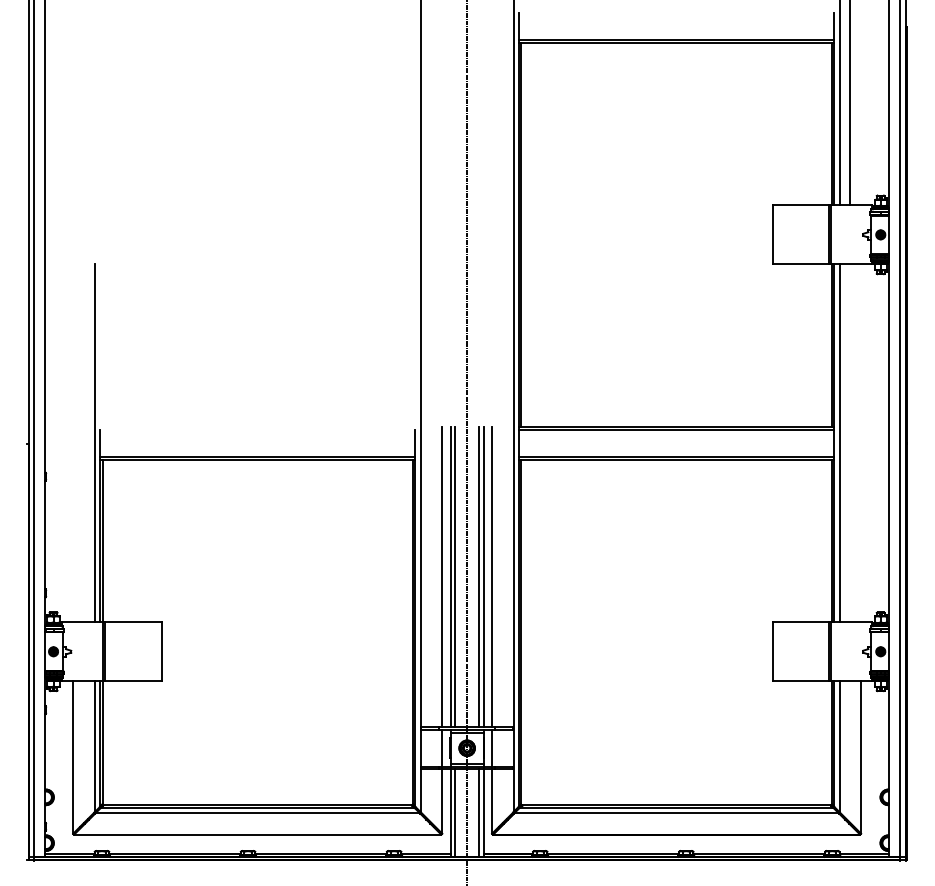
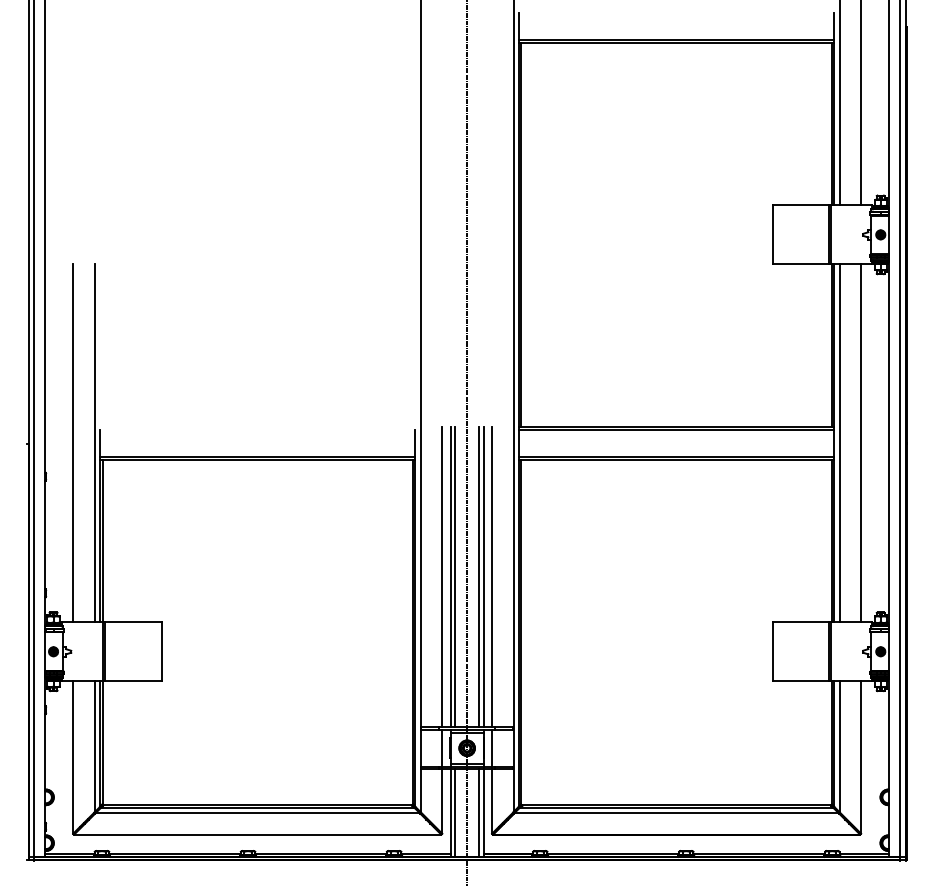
line at (850, 103) position: (850, 103) -> (861, 103)
line at (73, 443): none -> present
line at (861, 443): none -> present
